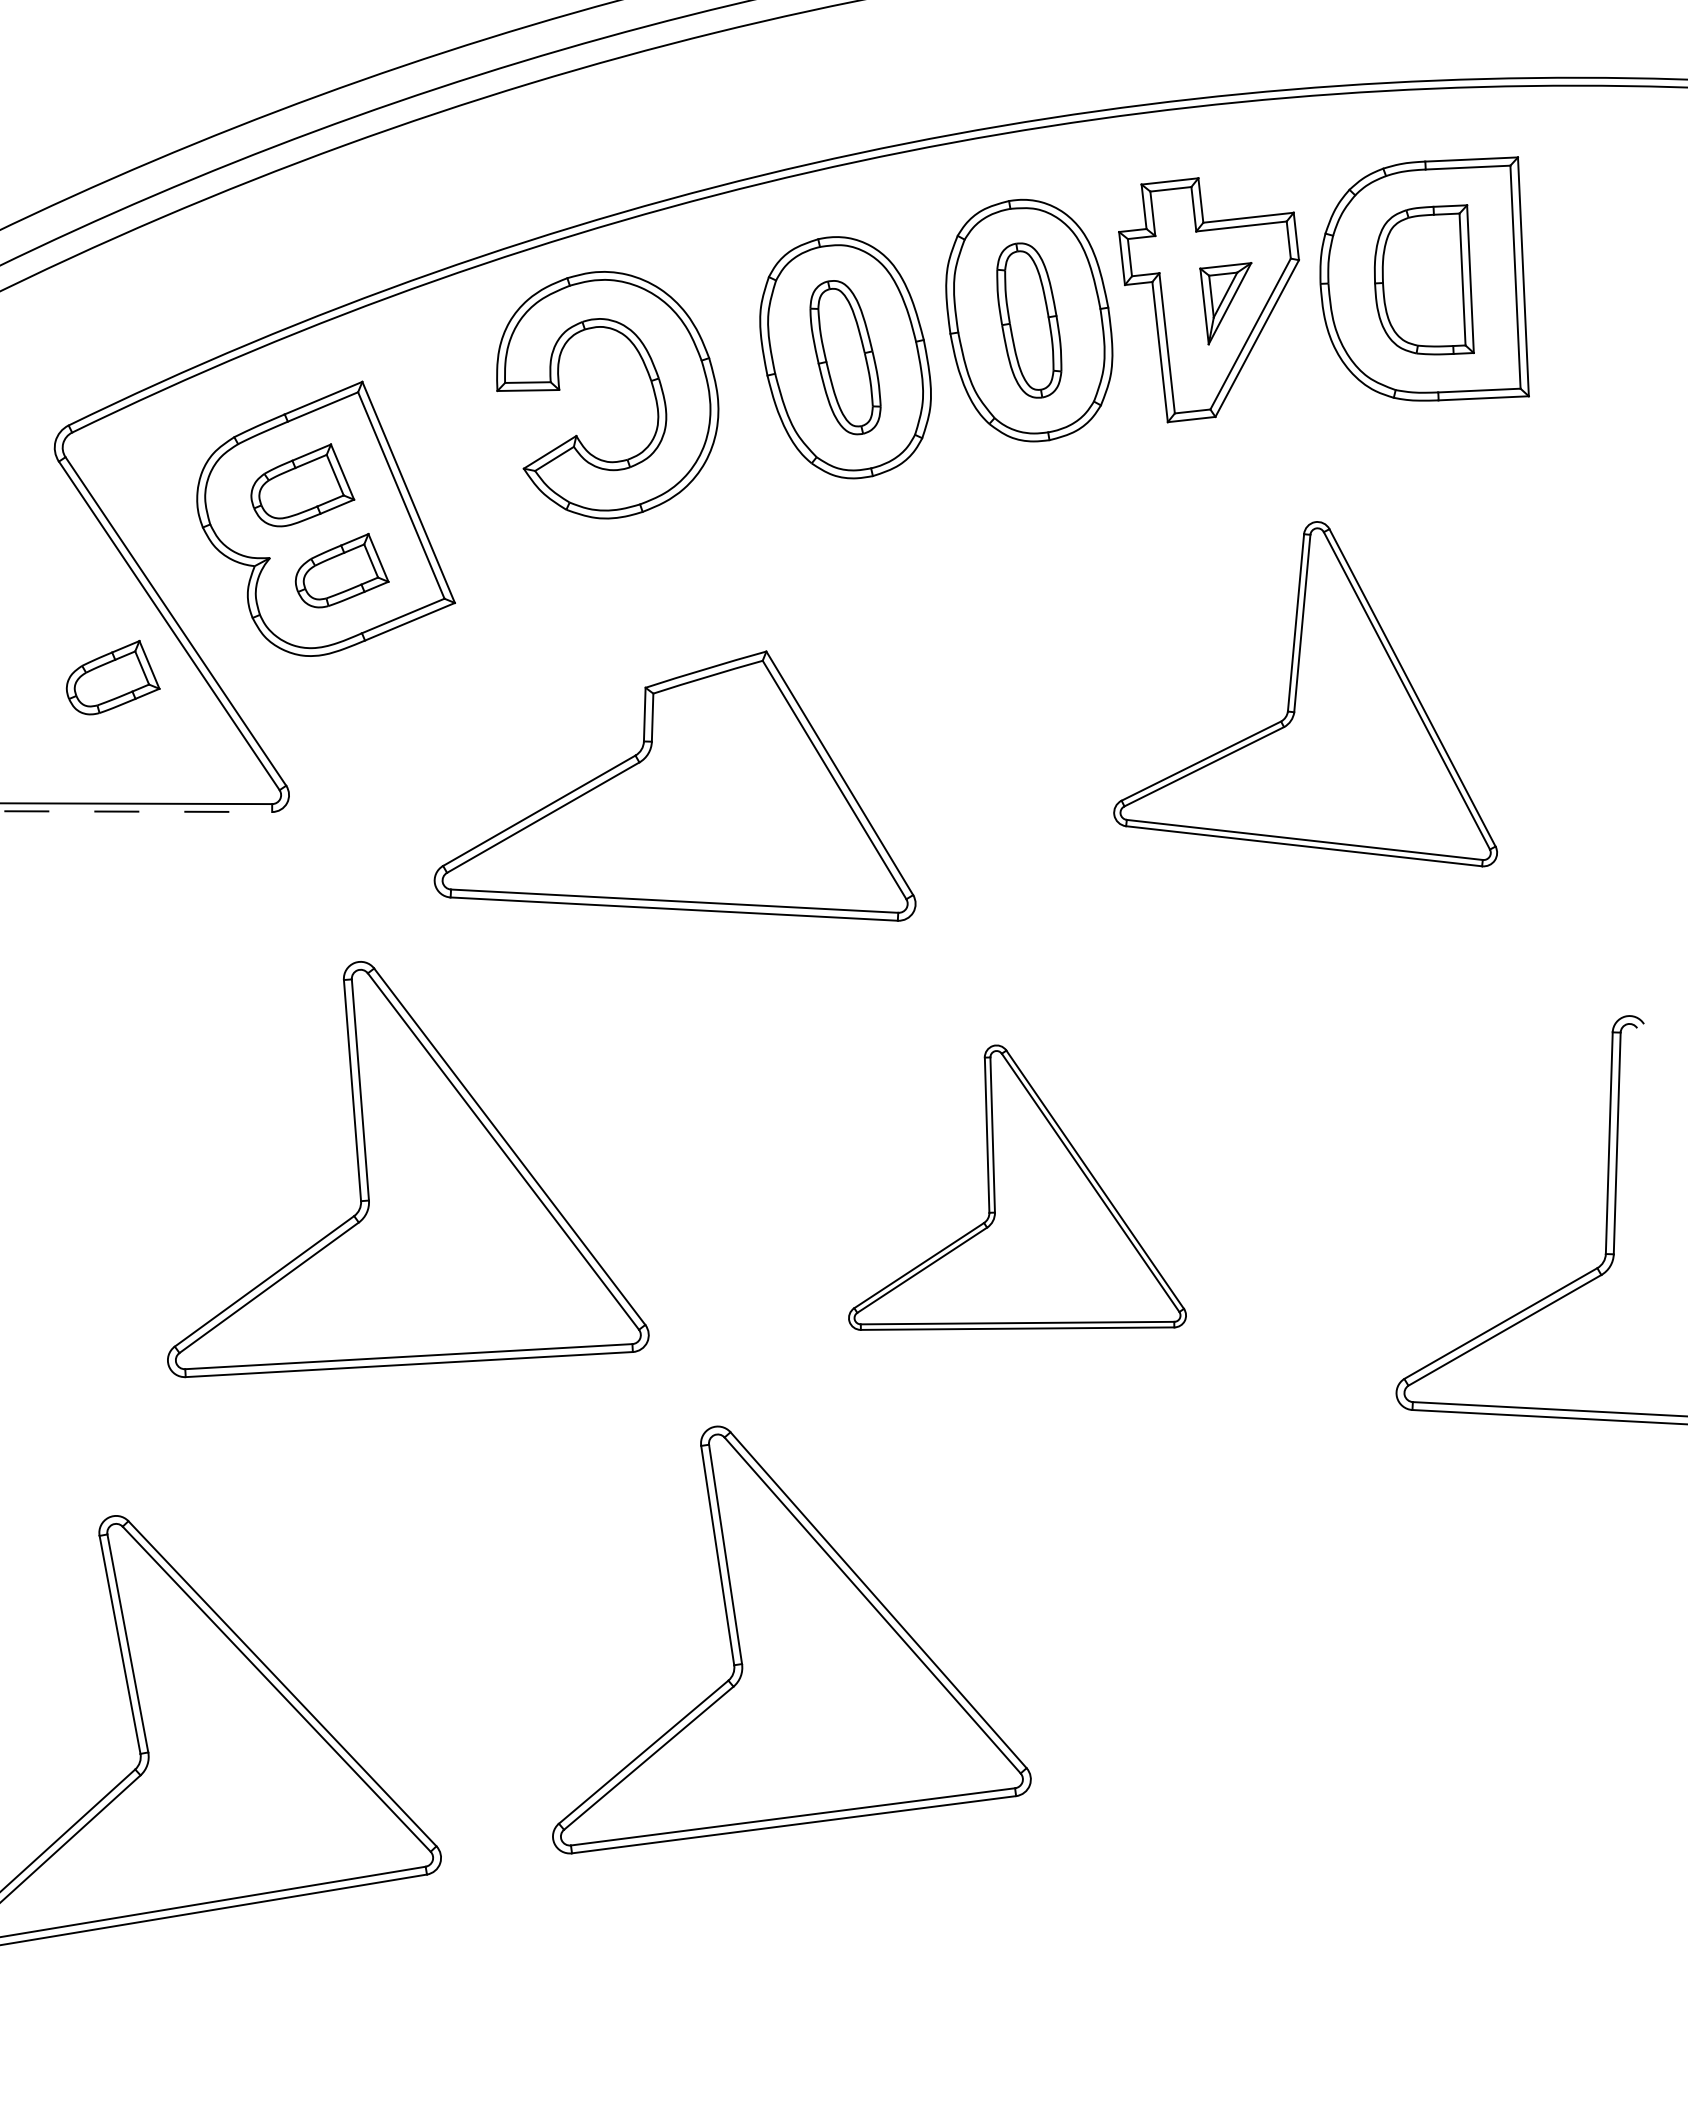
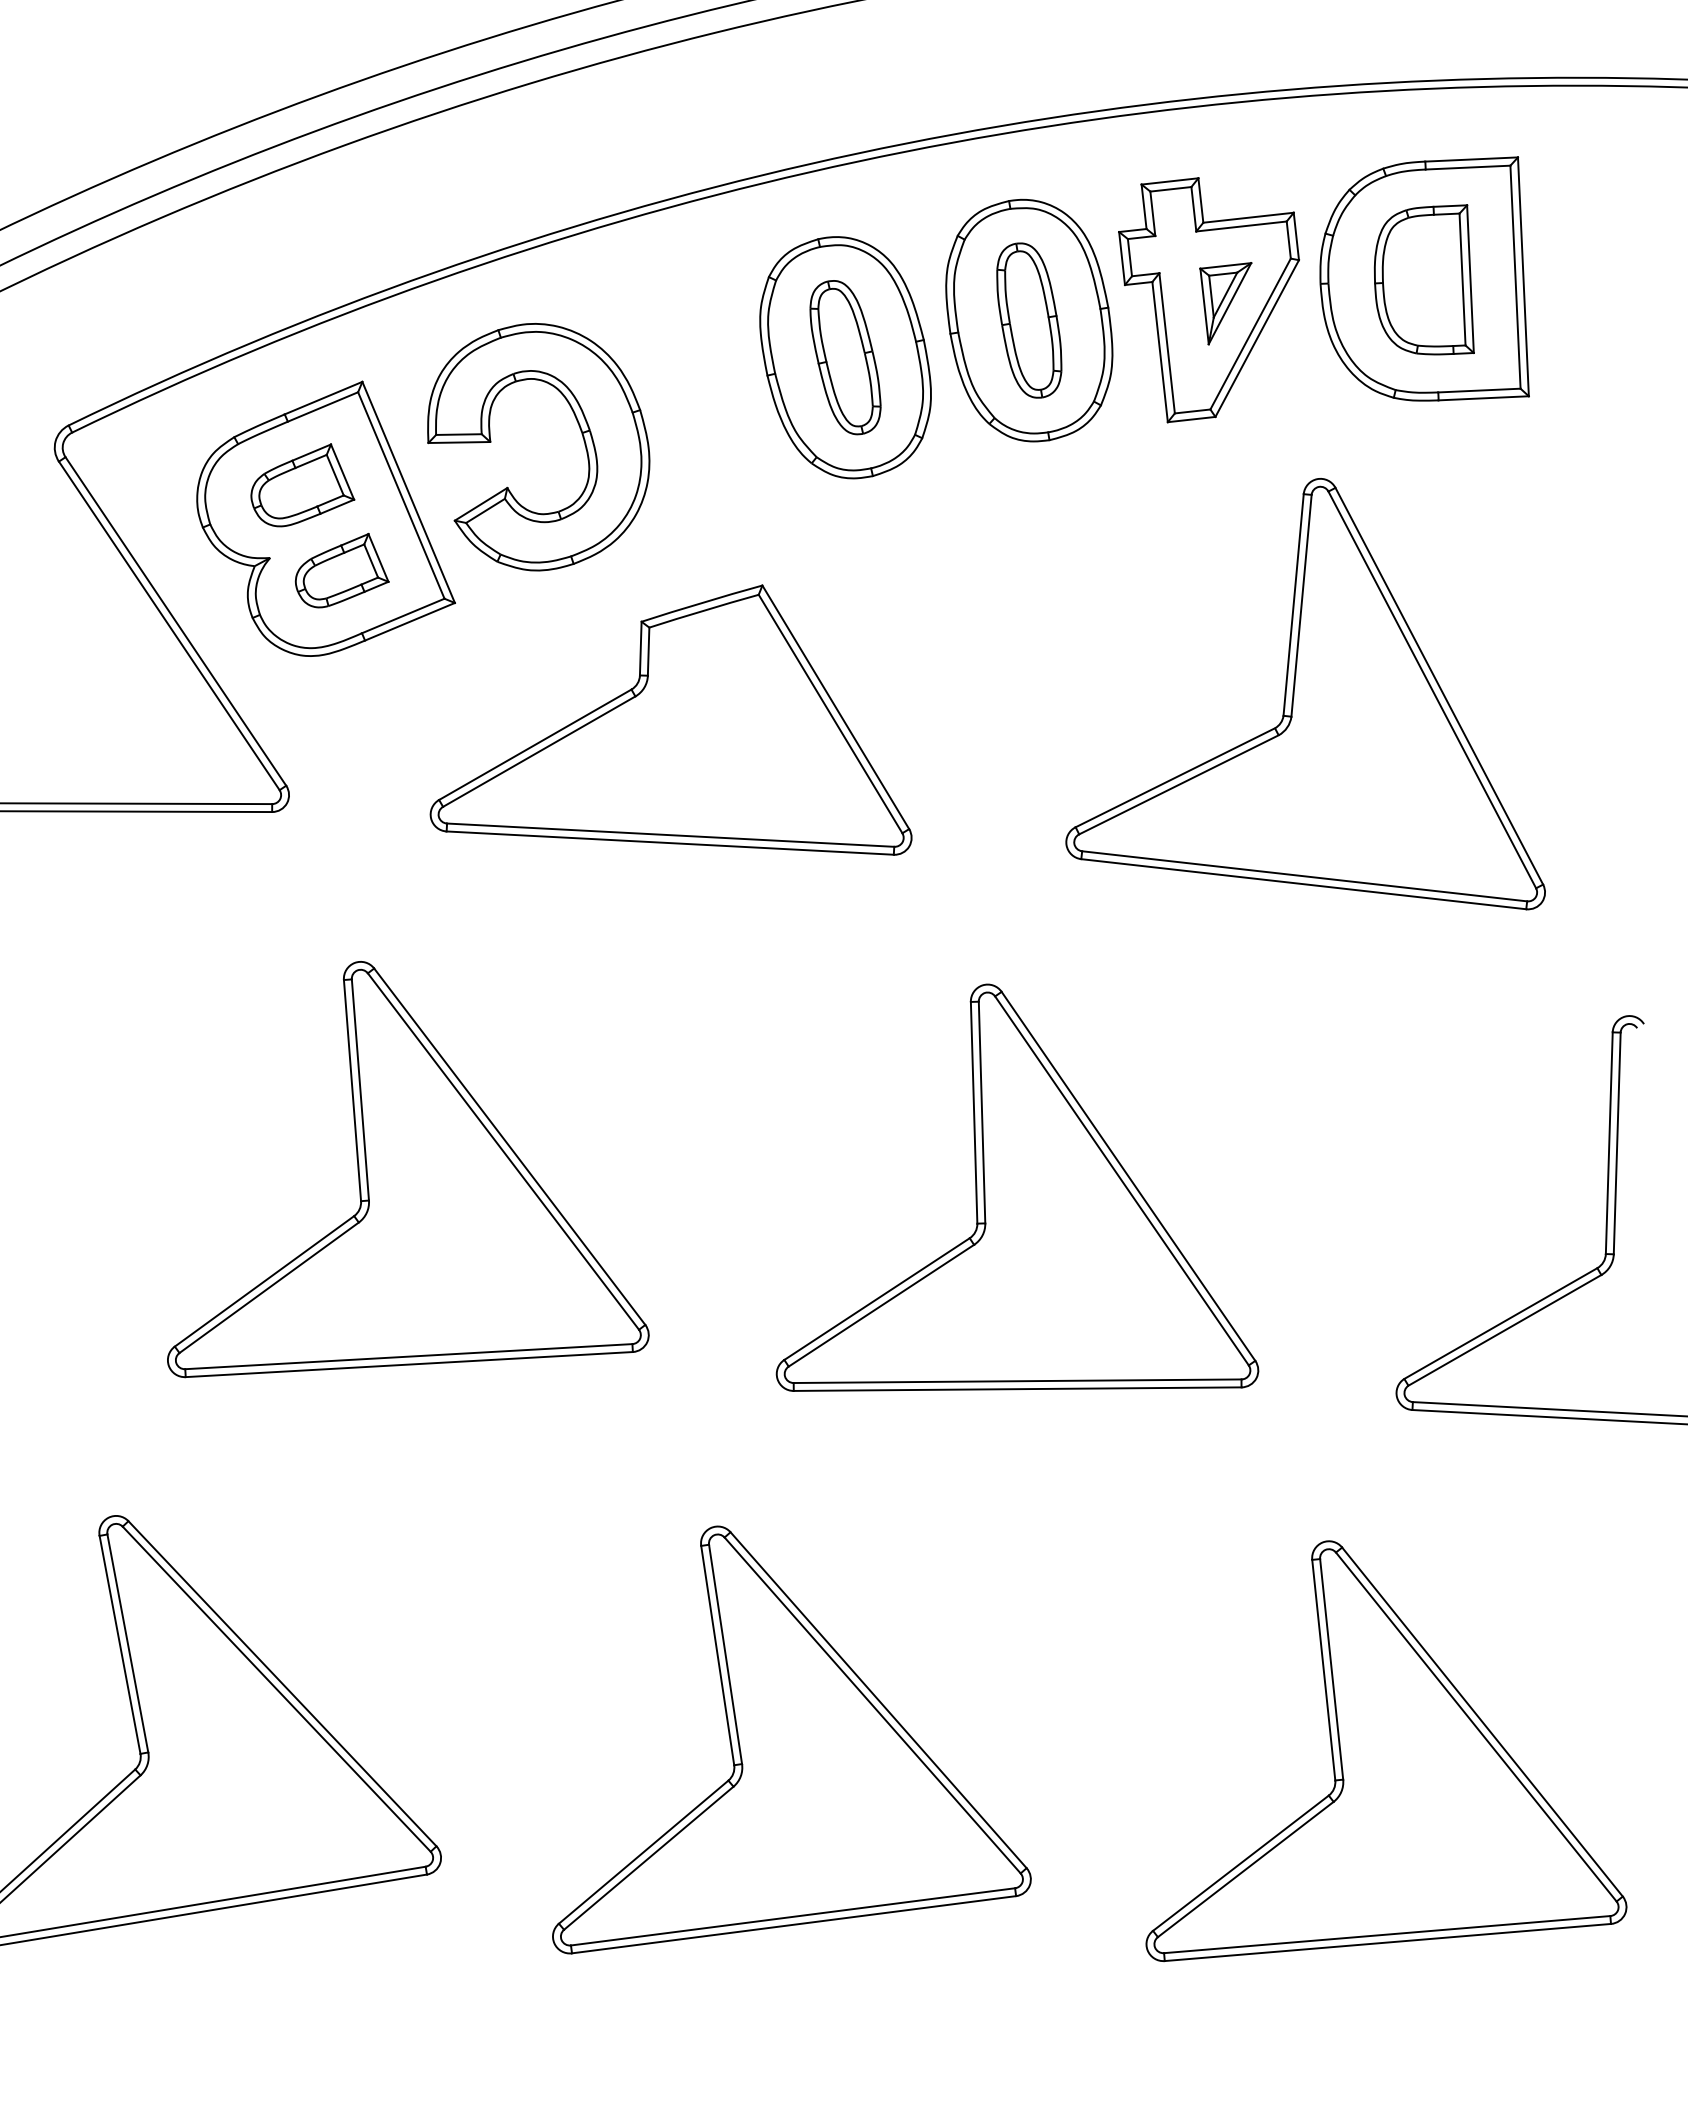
part at (650, 382) position: (650, 382) -> (581, 434)
part at (112, 677): present -> none
part at (1305, 694) size: 385x347 px -> 481x433 px
part at (674, 785) position: (674, 785) -> (670, 719)
line at (136, 811): dashed -> solid
part at (1017, 1187) size: 339x287 px -> 485x409 px
part at (791, 1639) position: (791, 1639) -> (791, 1739)
part at (1386, 1751): none -> present
